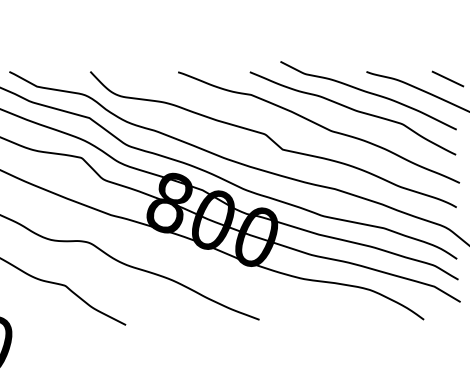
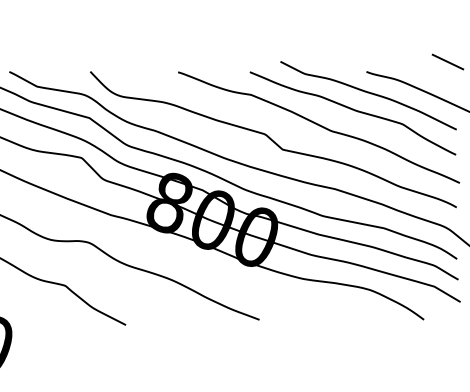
line at (447, 78) position: (447, 78) -> (447, 61)
